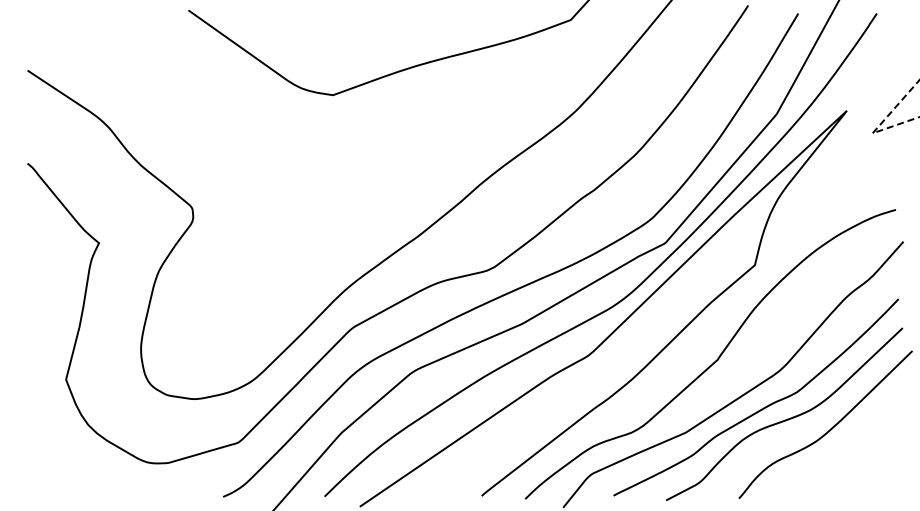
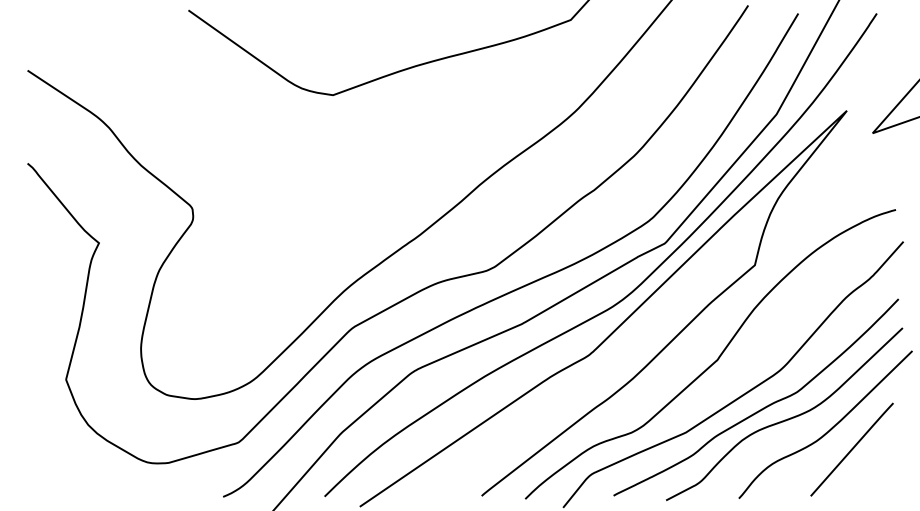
line at (879, 125): dashed -> solid
line at (851, 449): none -> present
